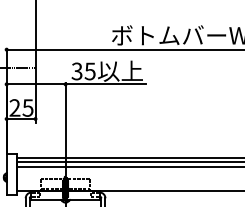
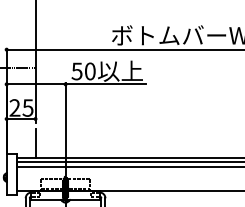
text at (83, 71): 35 -> 50
line at (35, 143): none -> present
